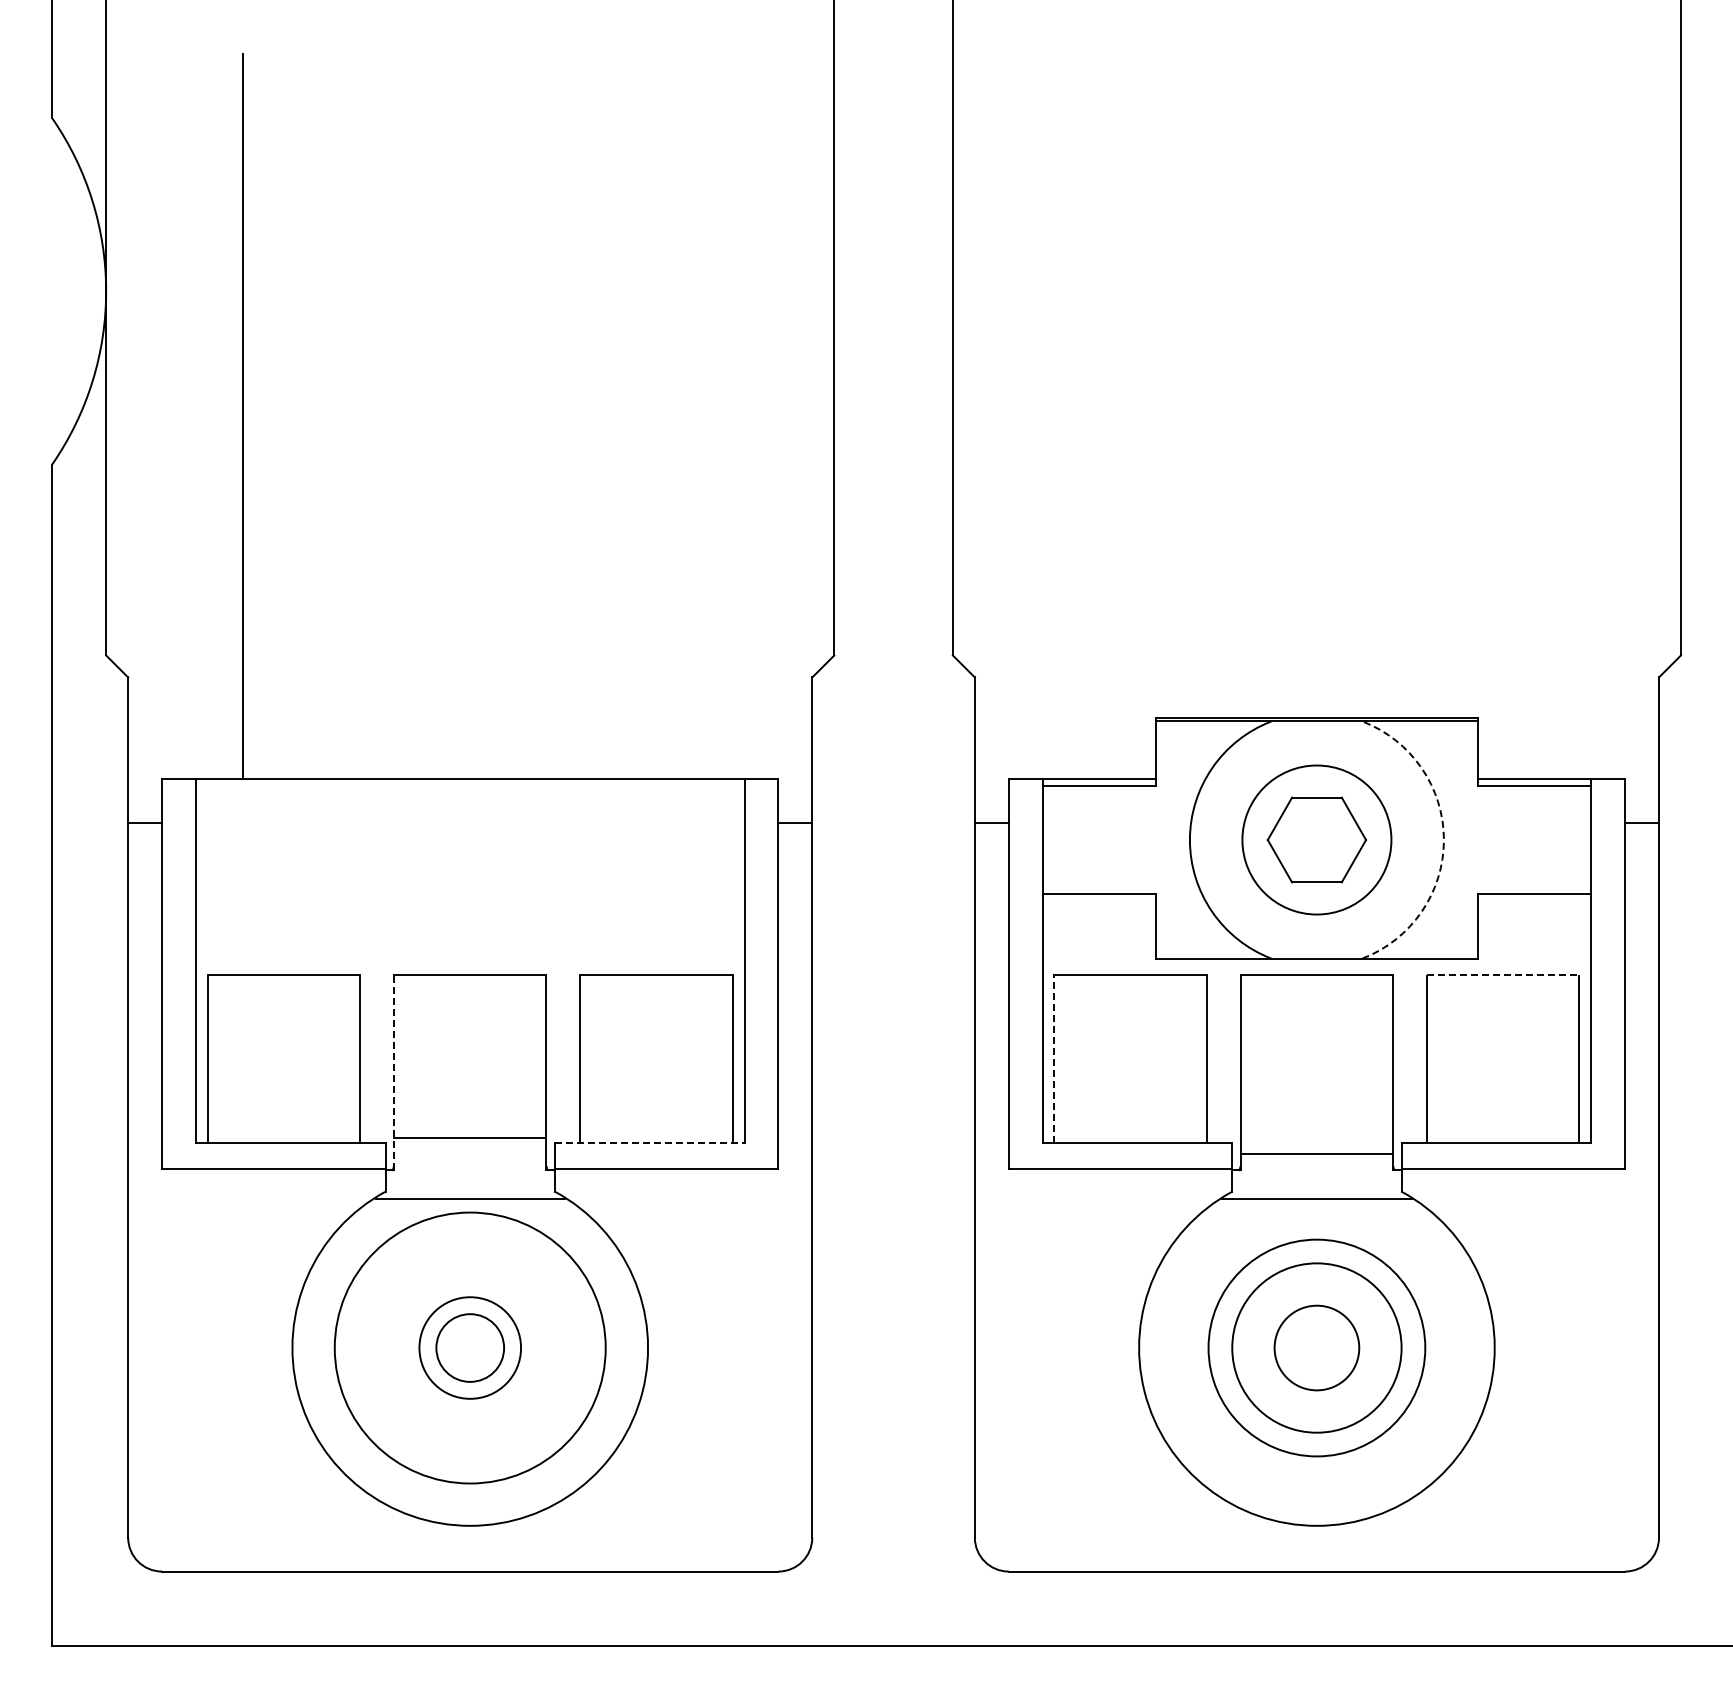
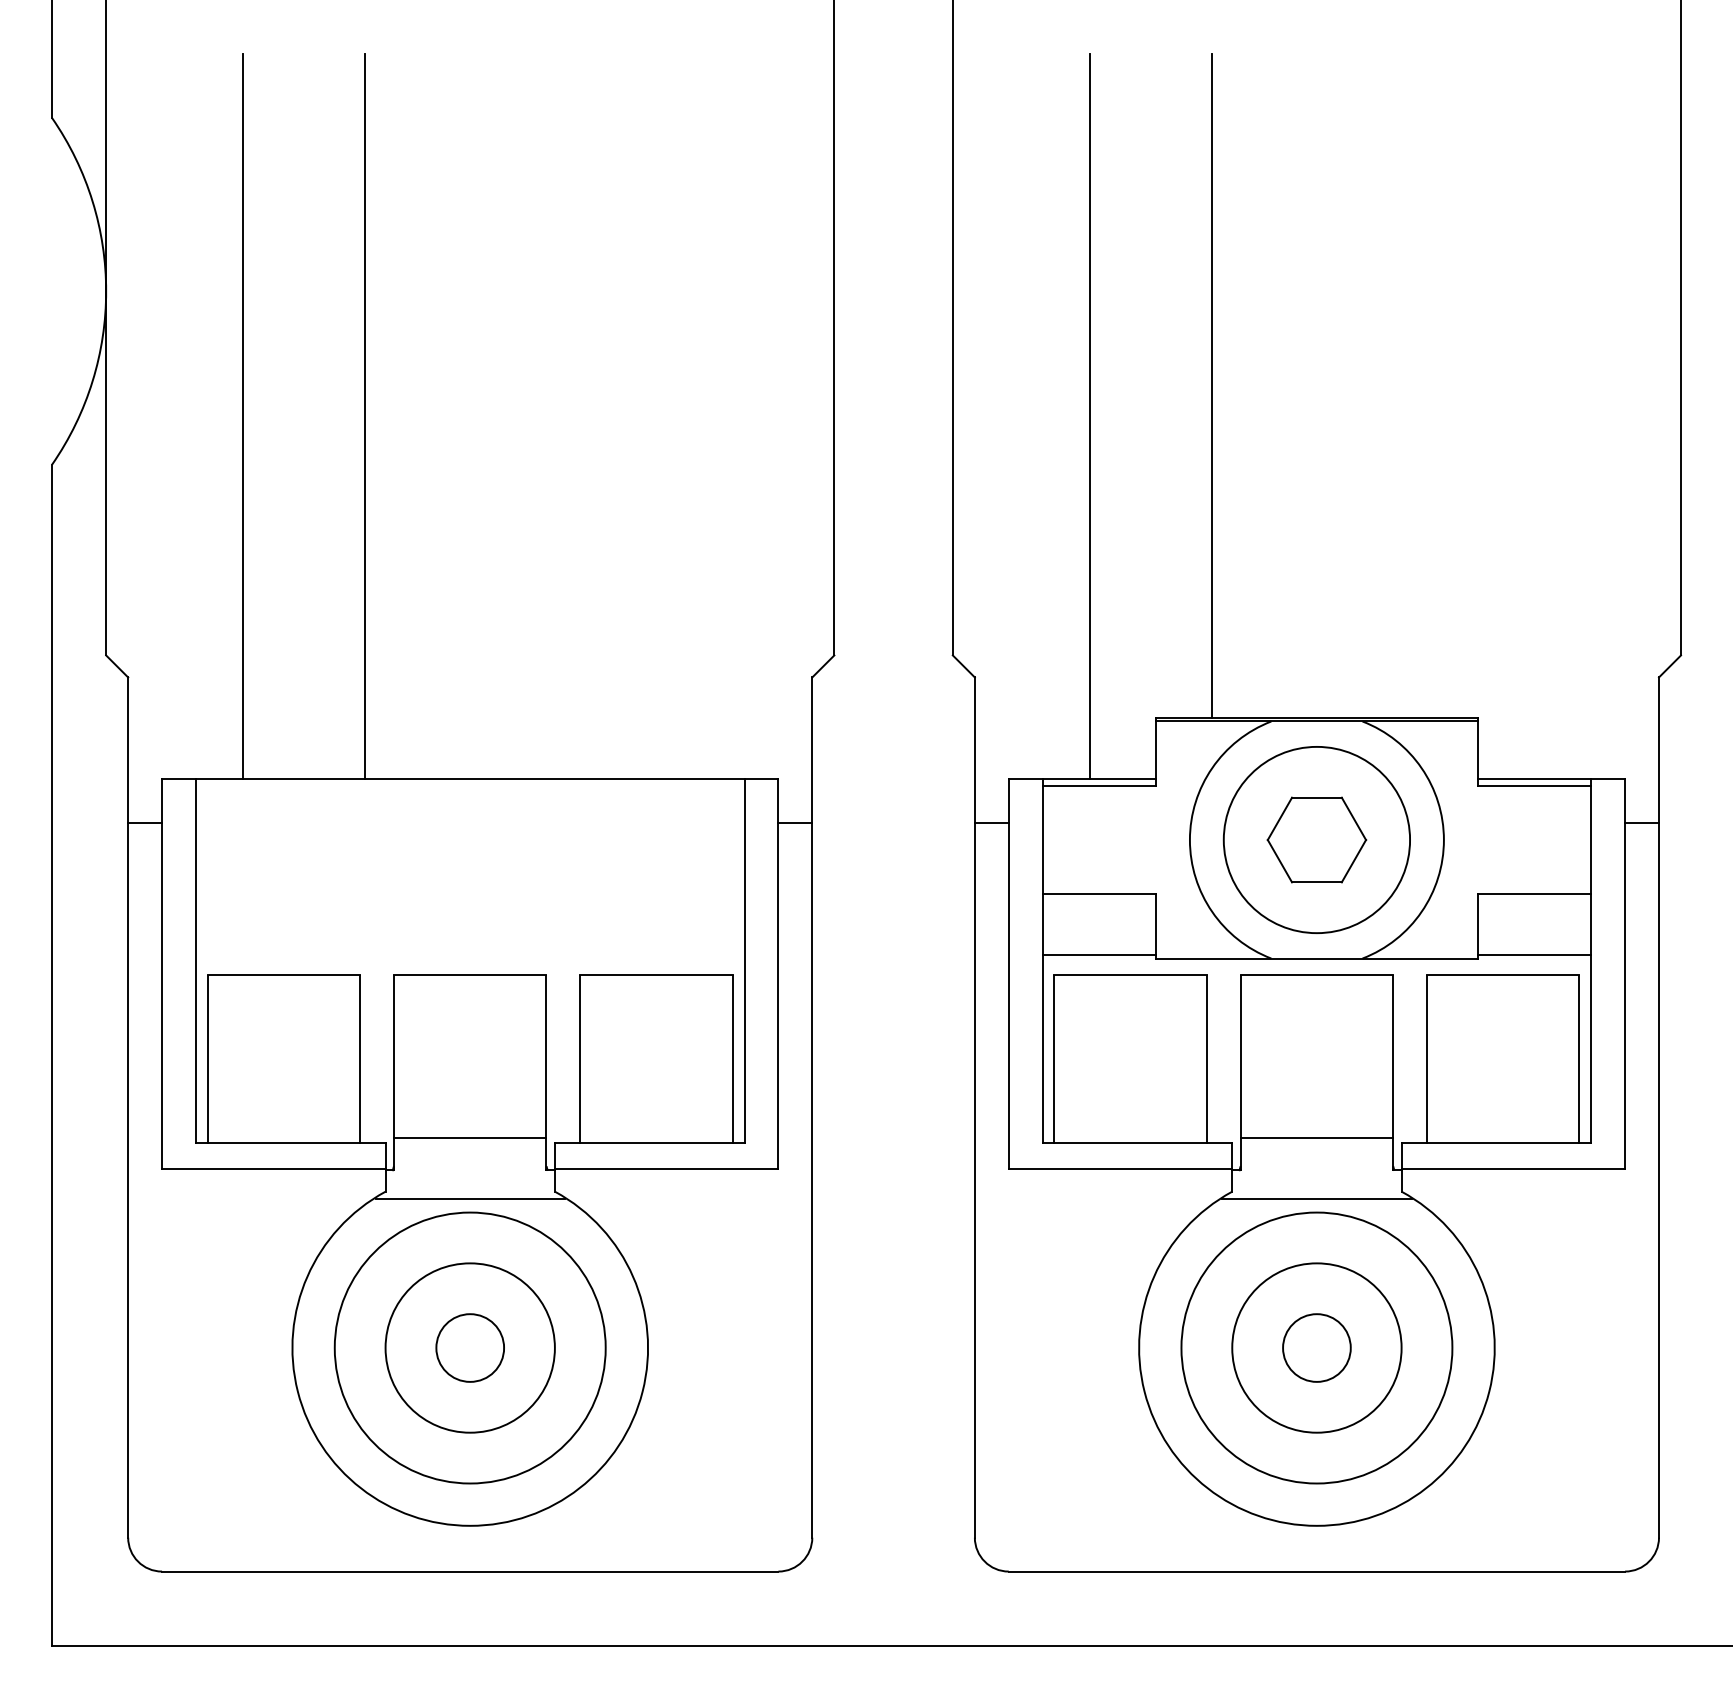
line at (1211, 386): none -> present
line at (365, 416): none -> present
line at (1090, 416): none -> present
circle at (1316, 839) diameter: 149 px -> 186 px
arc at (1443, 840): dashed -> solid
line at (1099, 955): none -> present
line at (1534, 955): none -> present
line at (1503, 975): dashed -> solid
line at (1054, 1059): dashed -> solid
line at (394, 1072): dashed -> solid
line at (649, 1143): dashed -> solid
line at (1316, 1153) position: (1316, 1153) -> (1316, 1137)
circle at (470, 1347) diameter: 102 px -> 169 px
circle at (1316, 1347) diameter: 217 px -> 271 px
circle at (1316, 1347) diameter: 85 px -> 68 px
